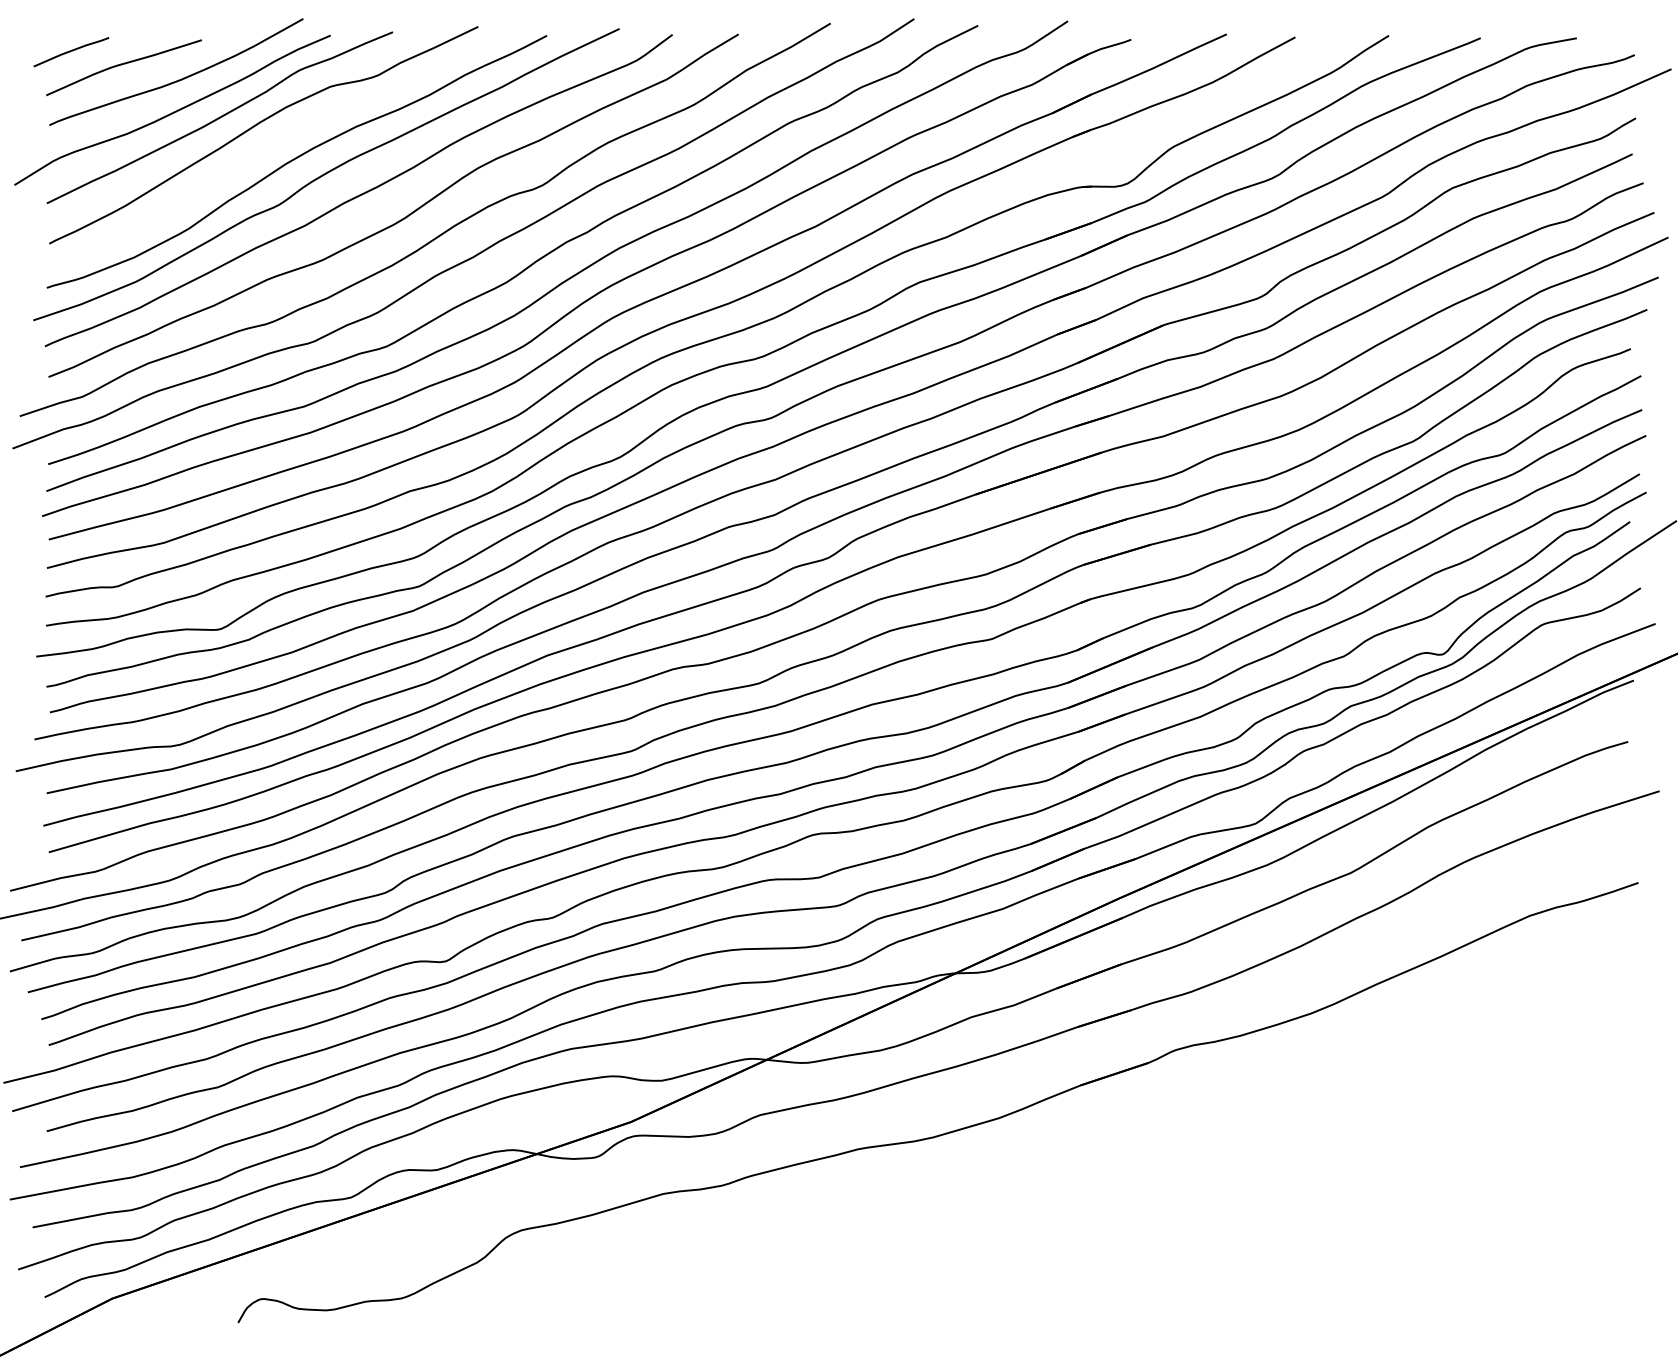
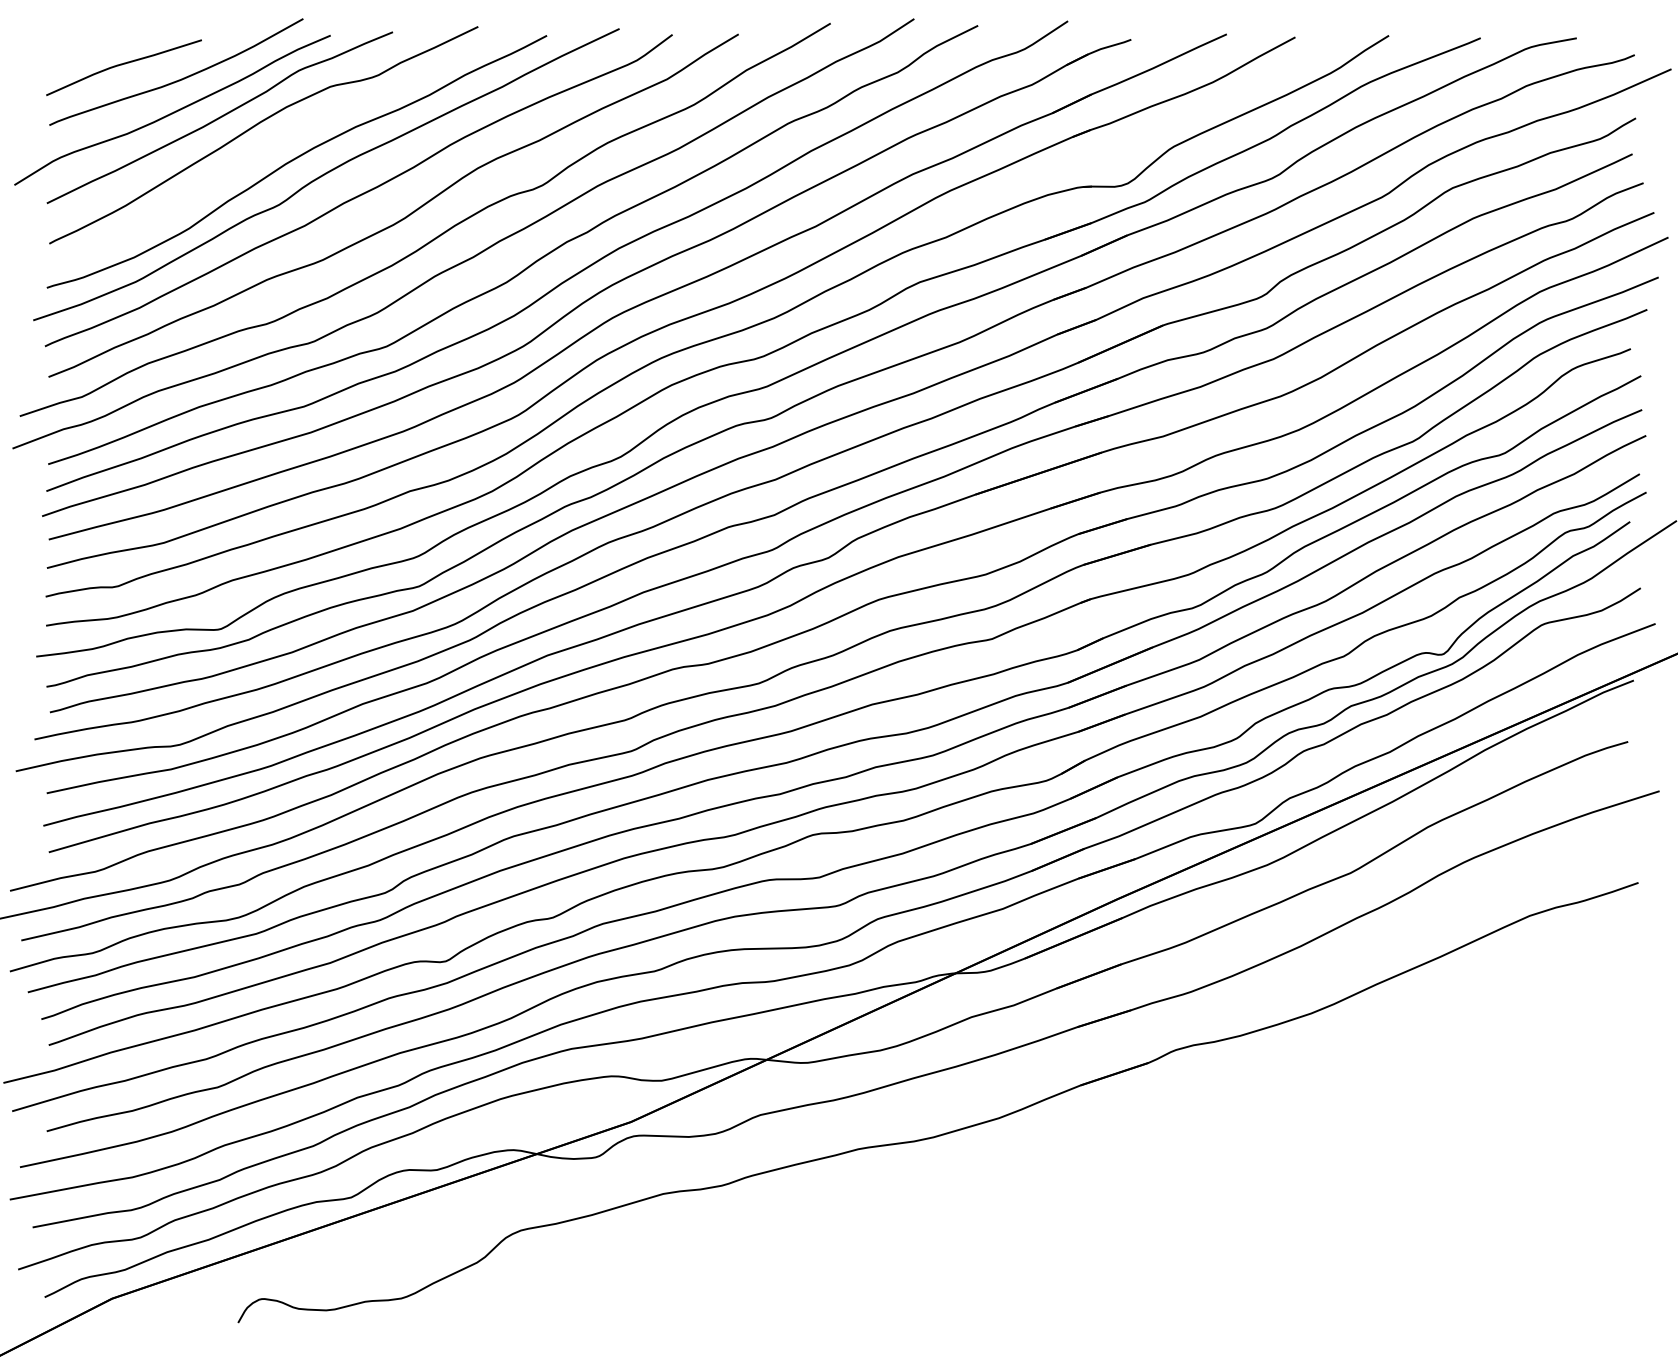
line at (71, 51): present -> none
